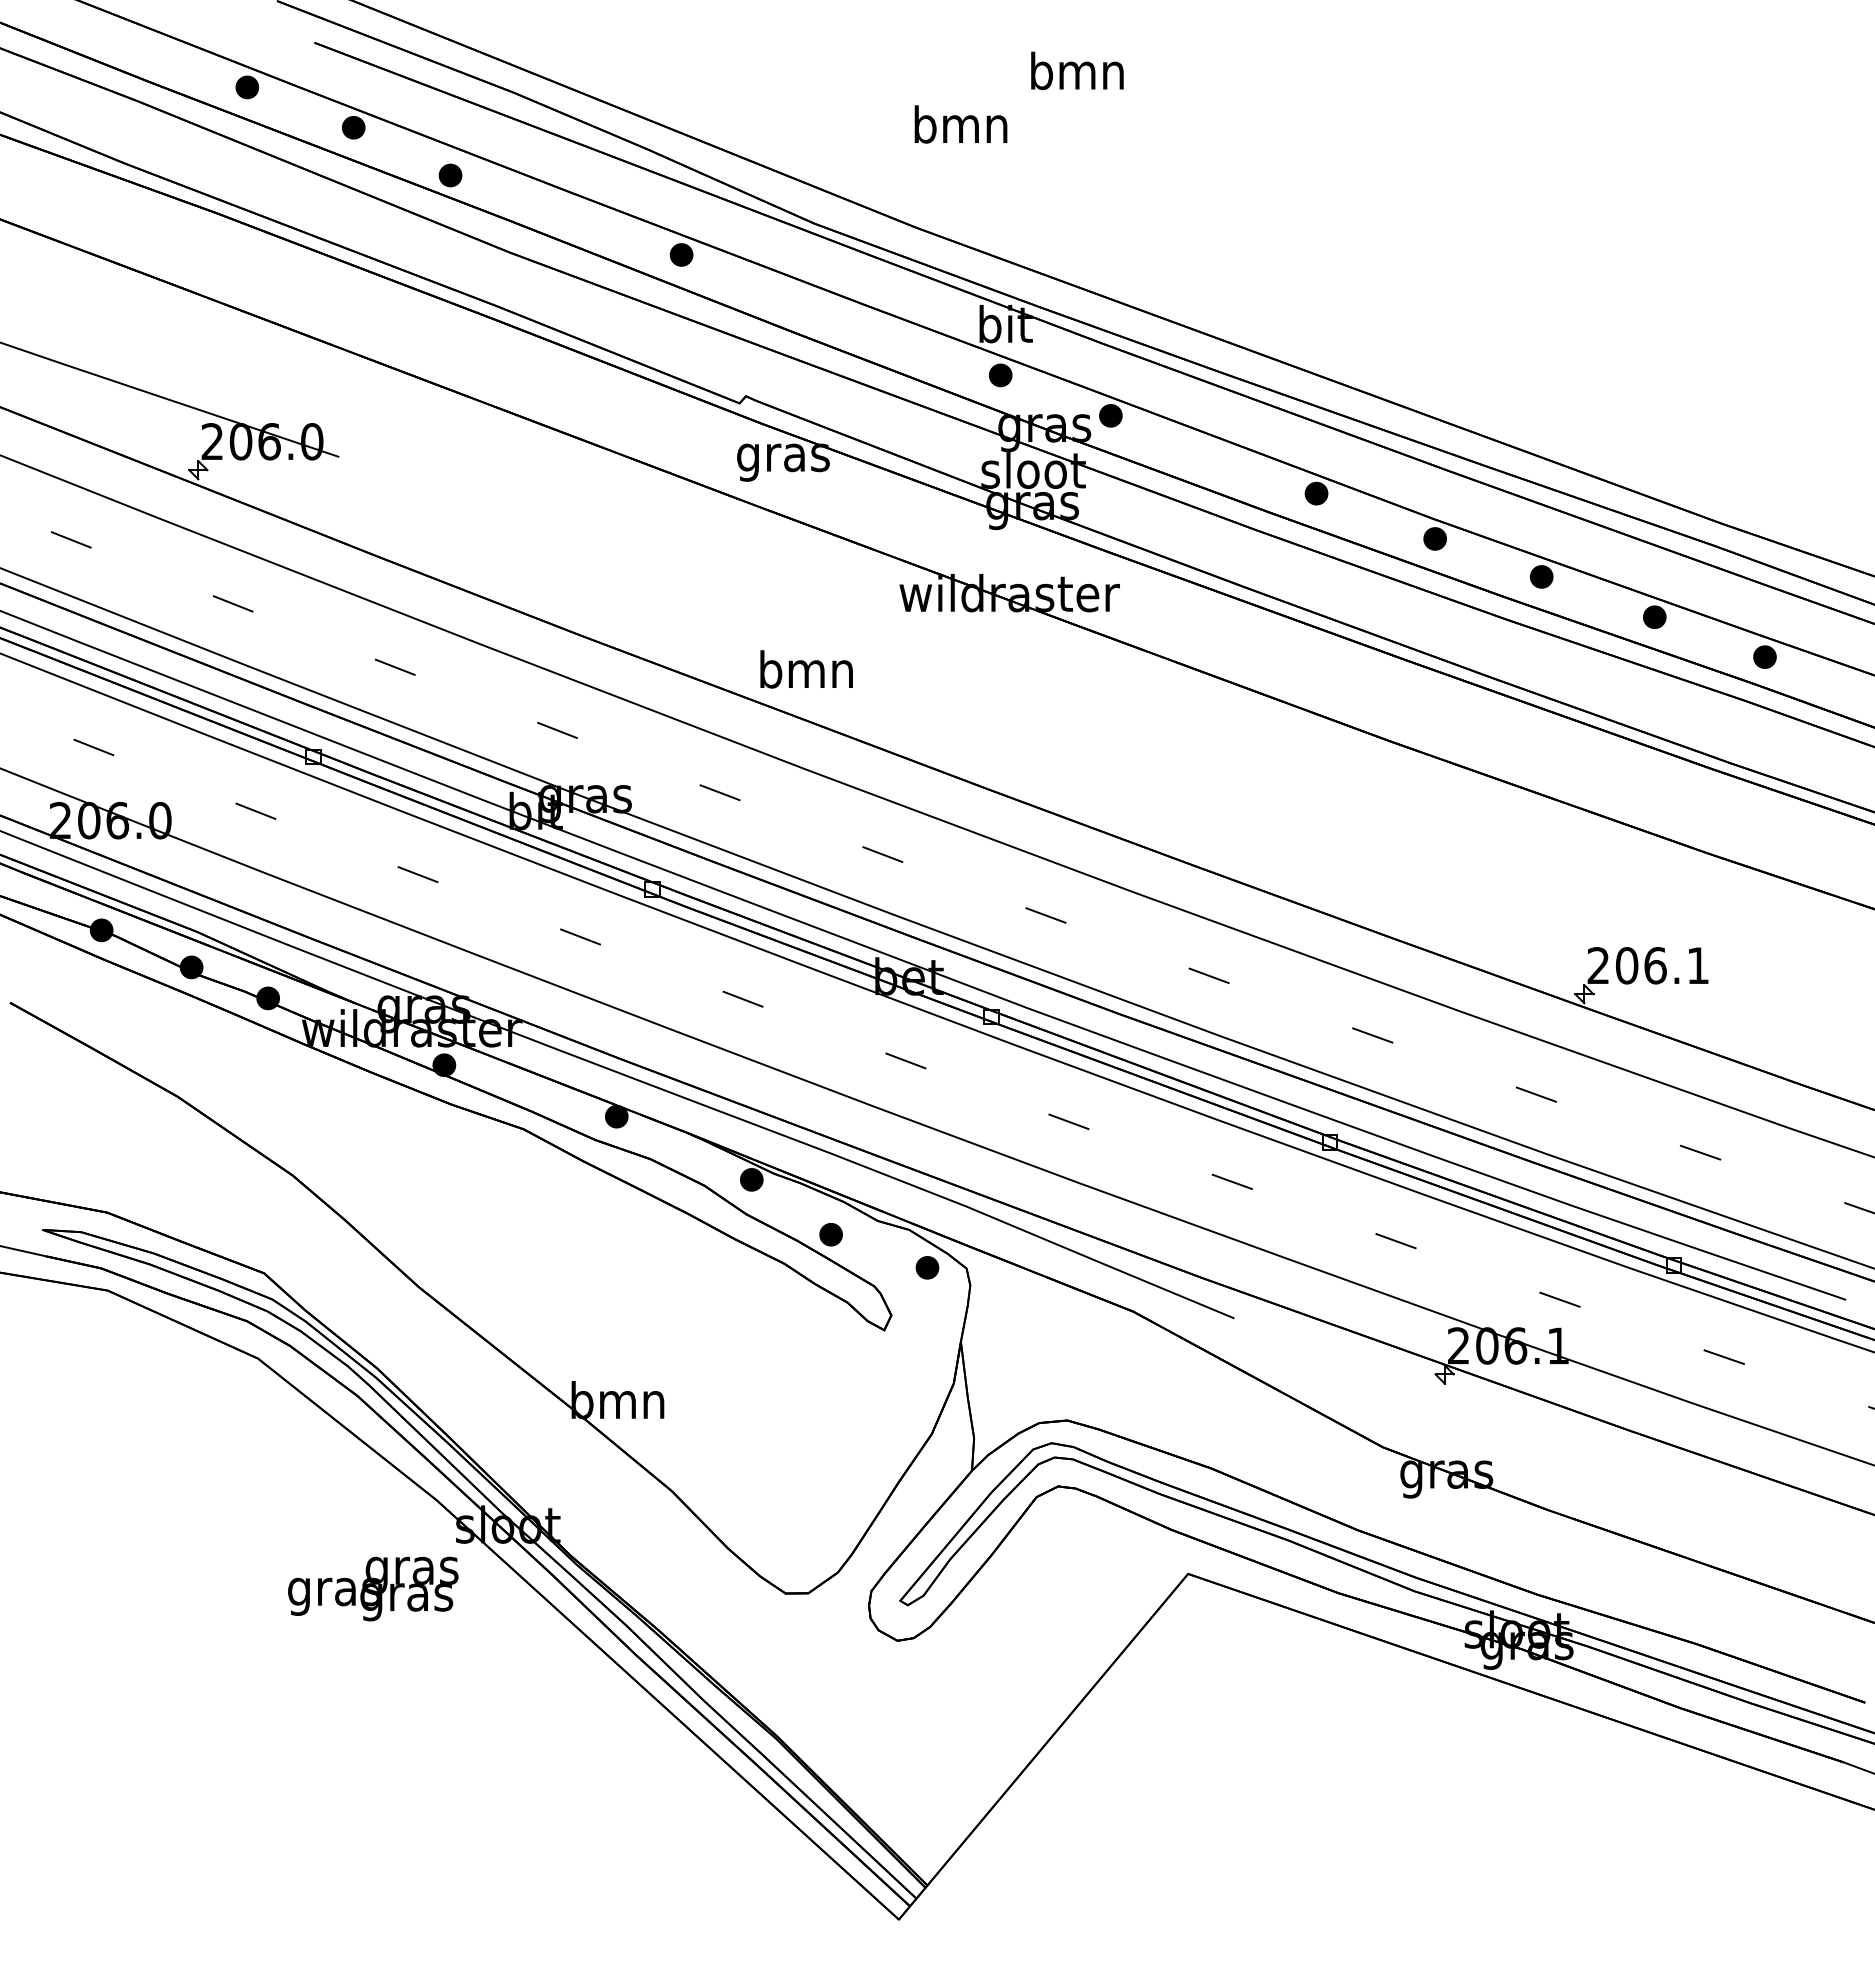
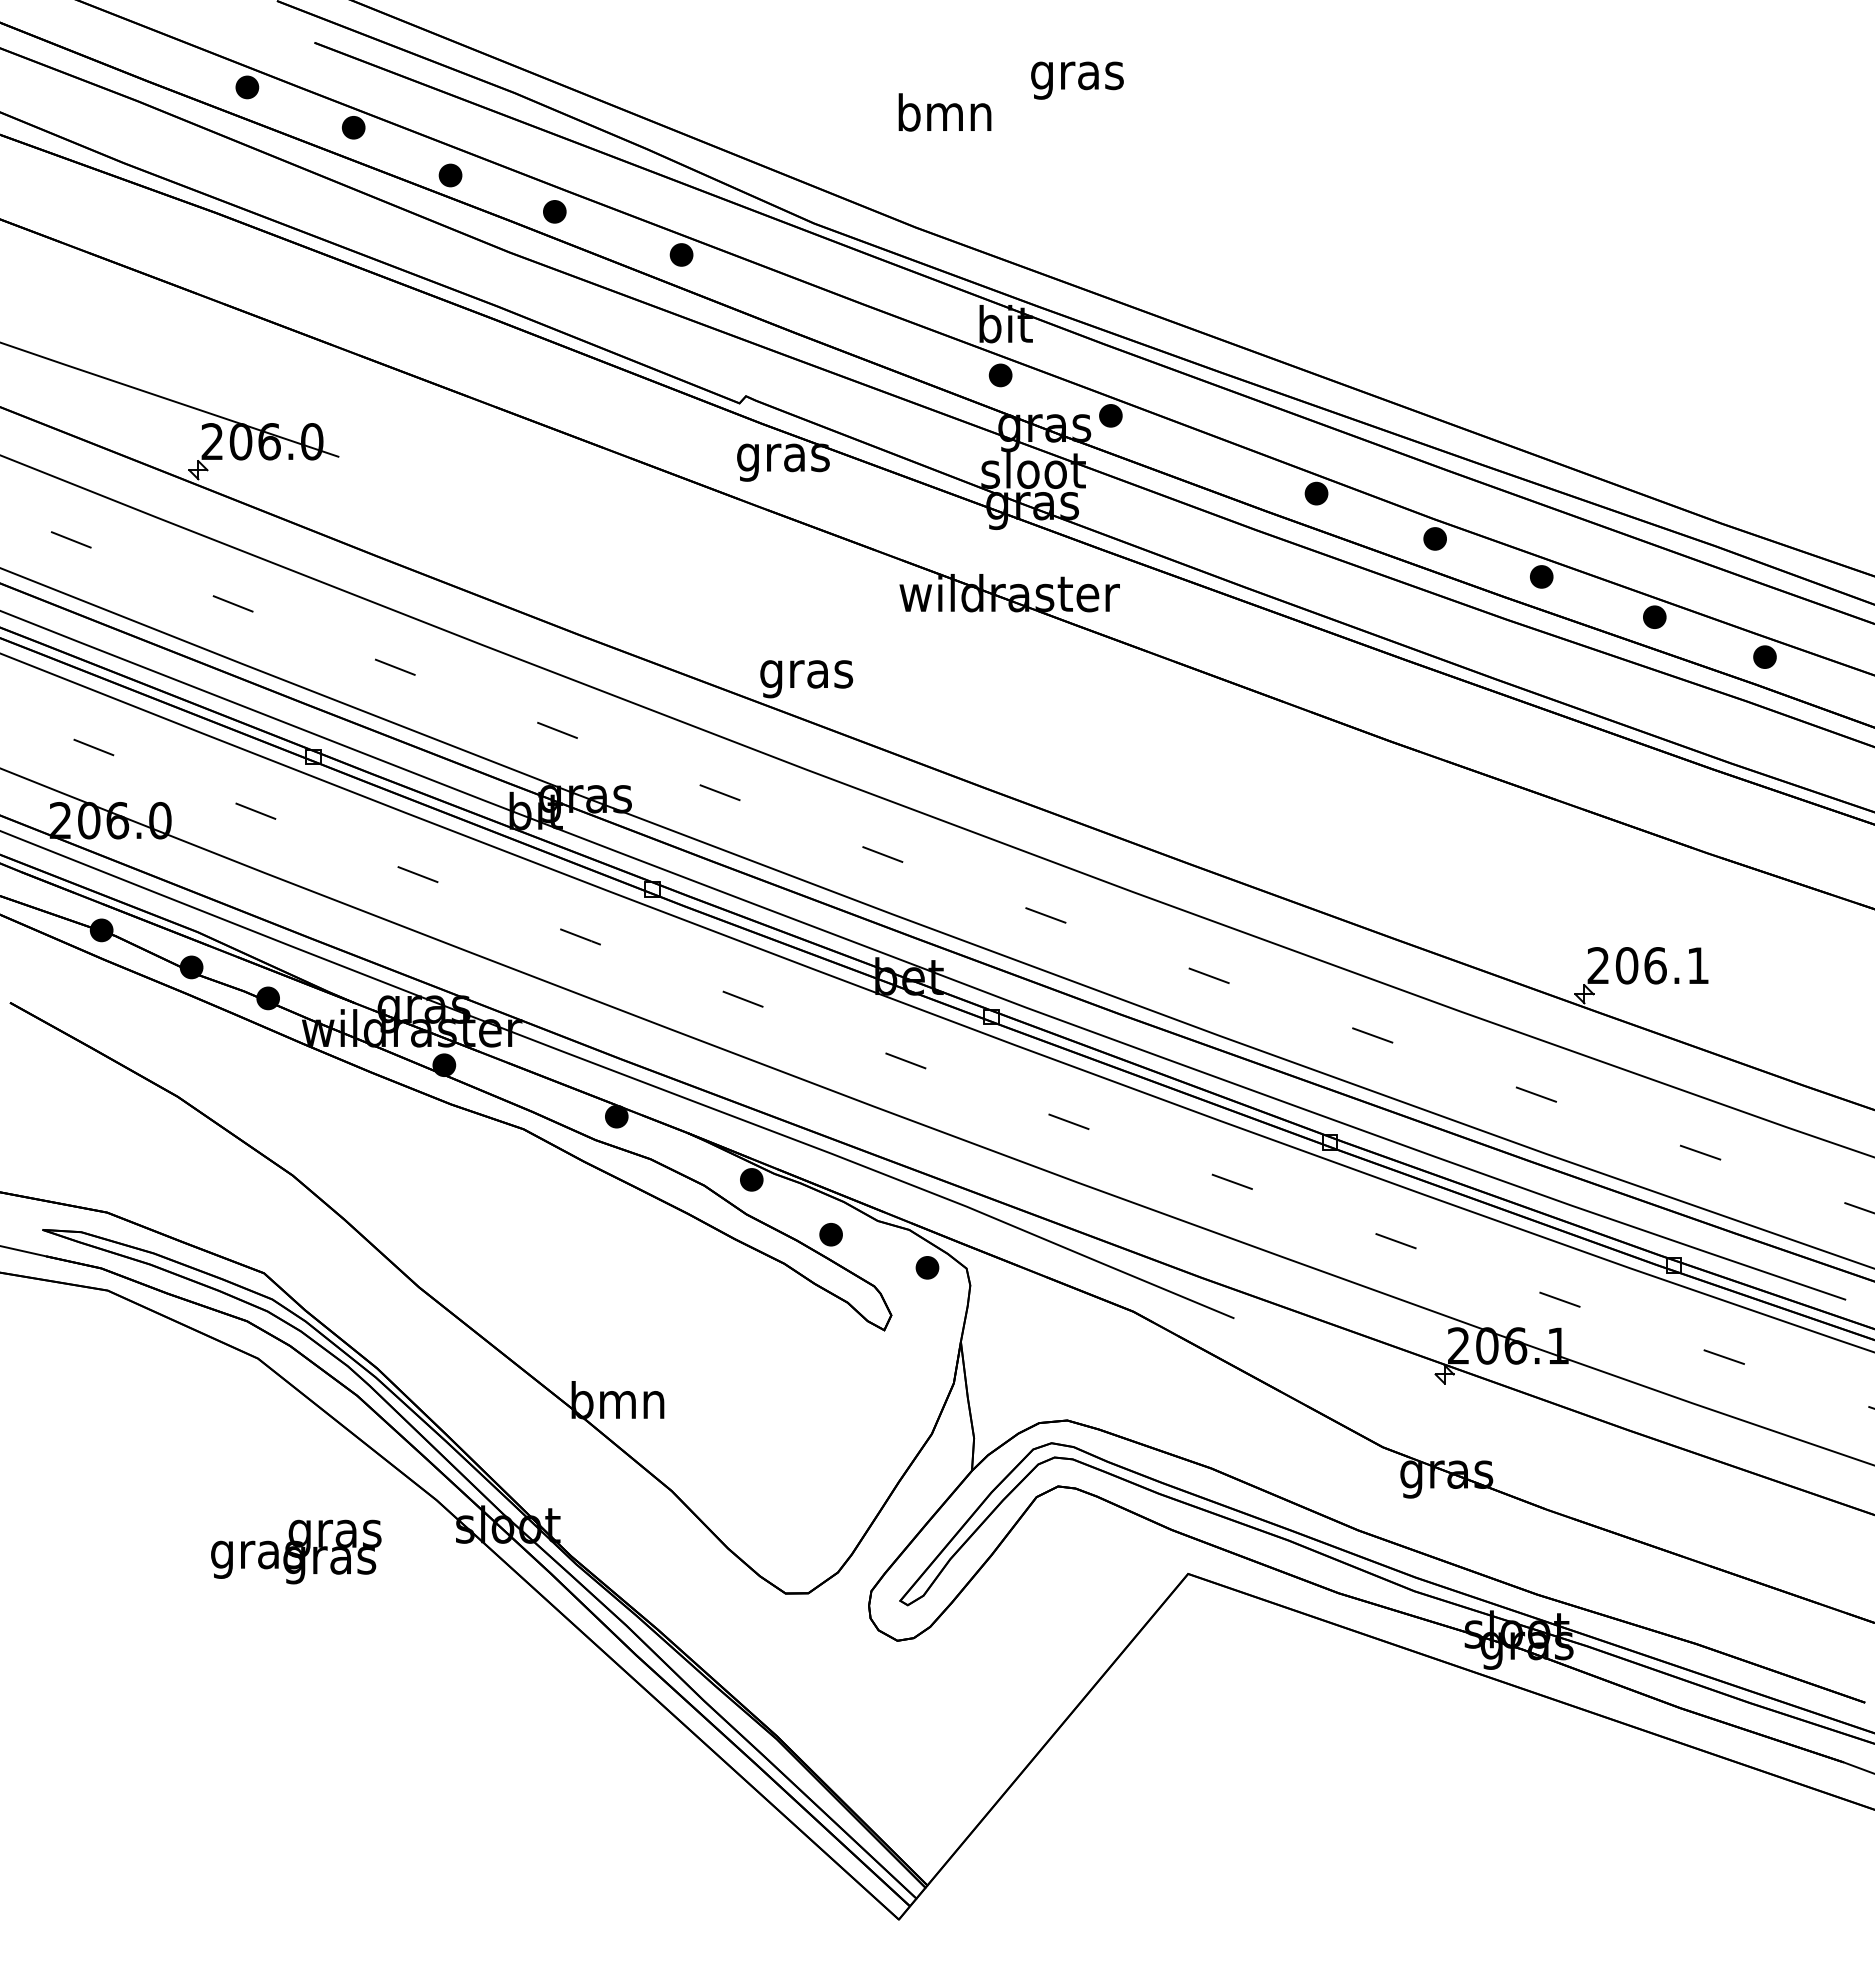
text at (1077, 75): bmn -> gras
text at (960, 124) position: (960, 124) -> (944, 112)
part at (554, 211): none -> present
text at (806, 674): bmn -> gras
text at (373, 1588) position: (373, 1588) -> (296, 1551)
